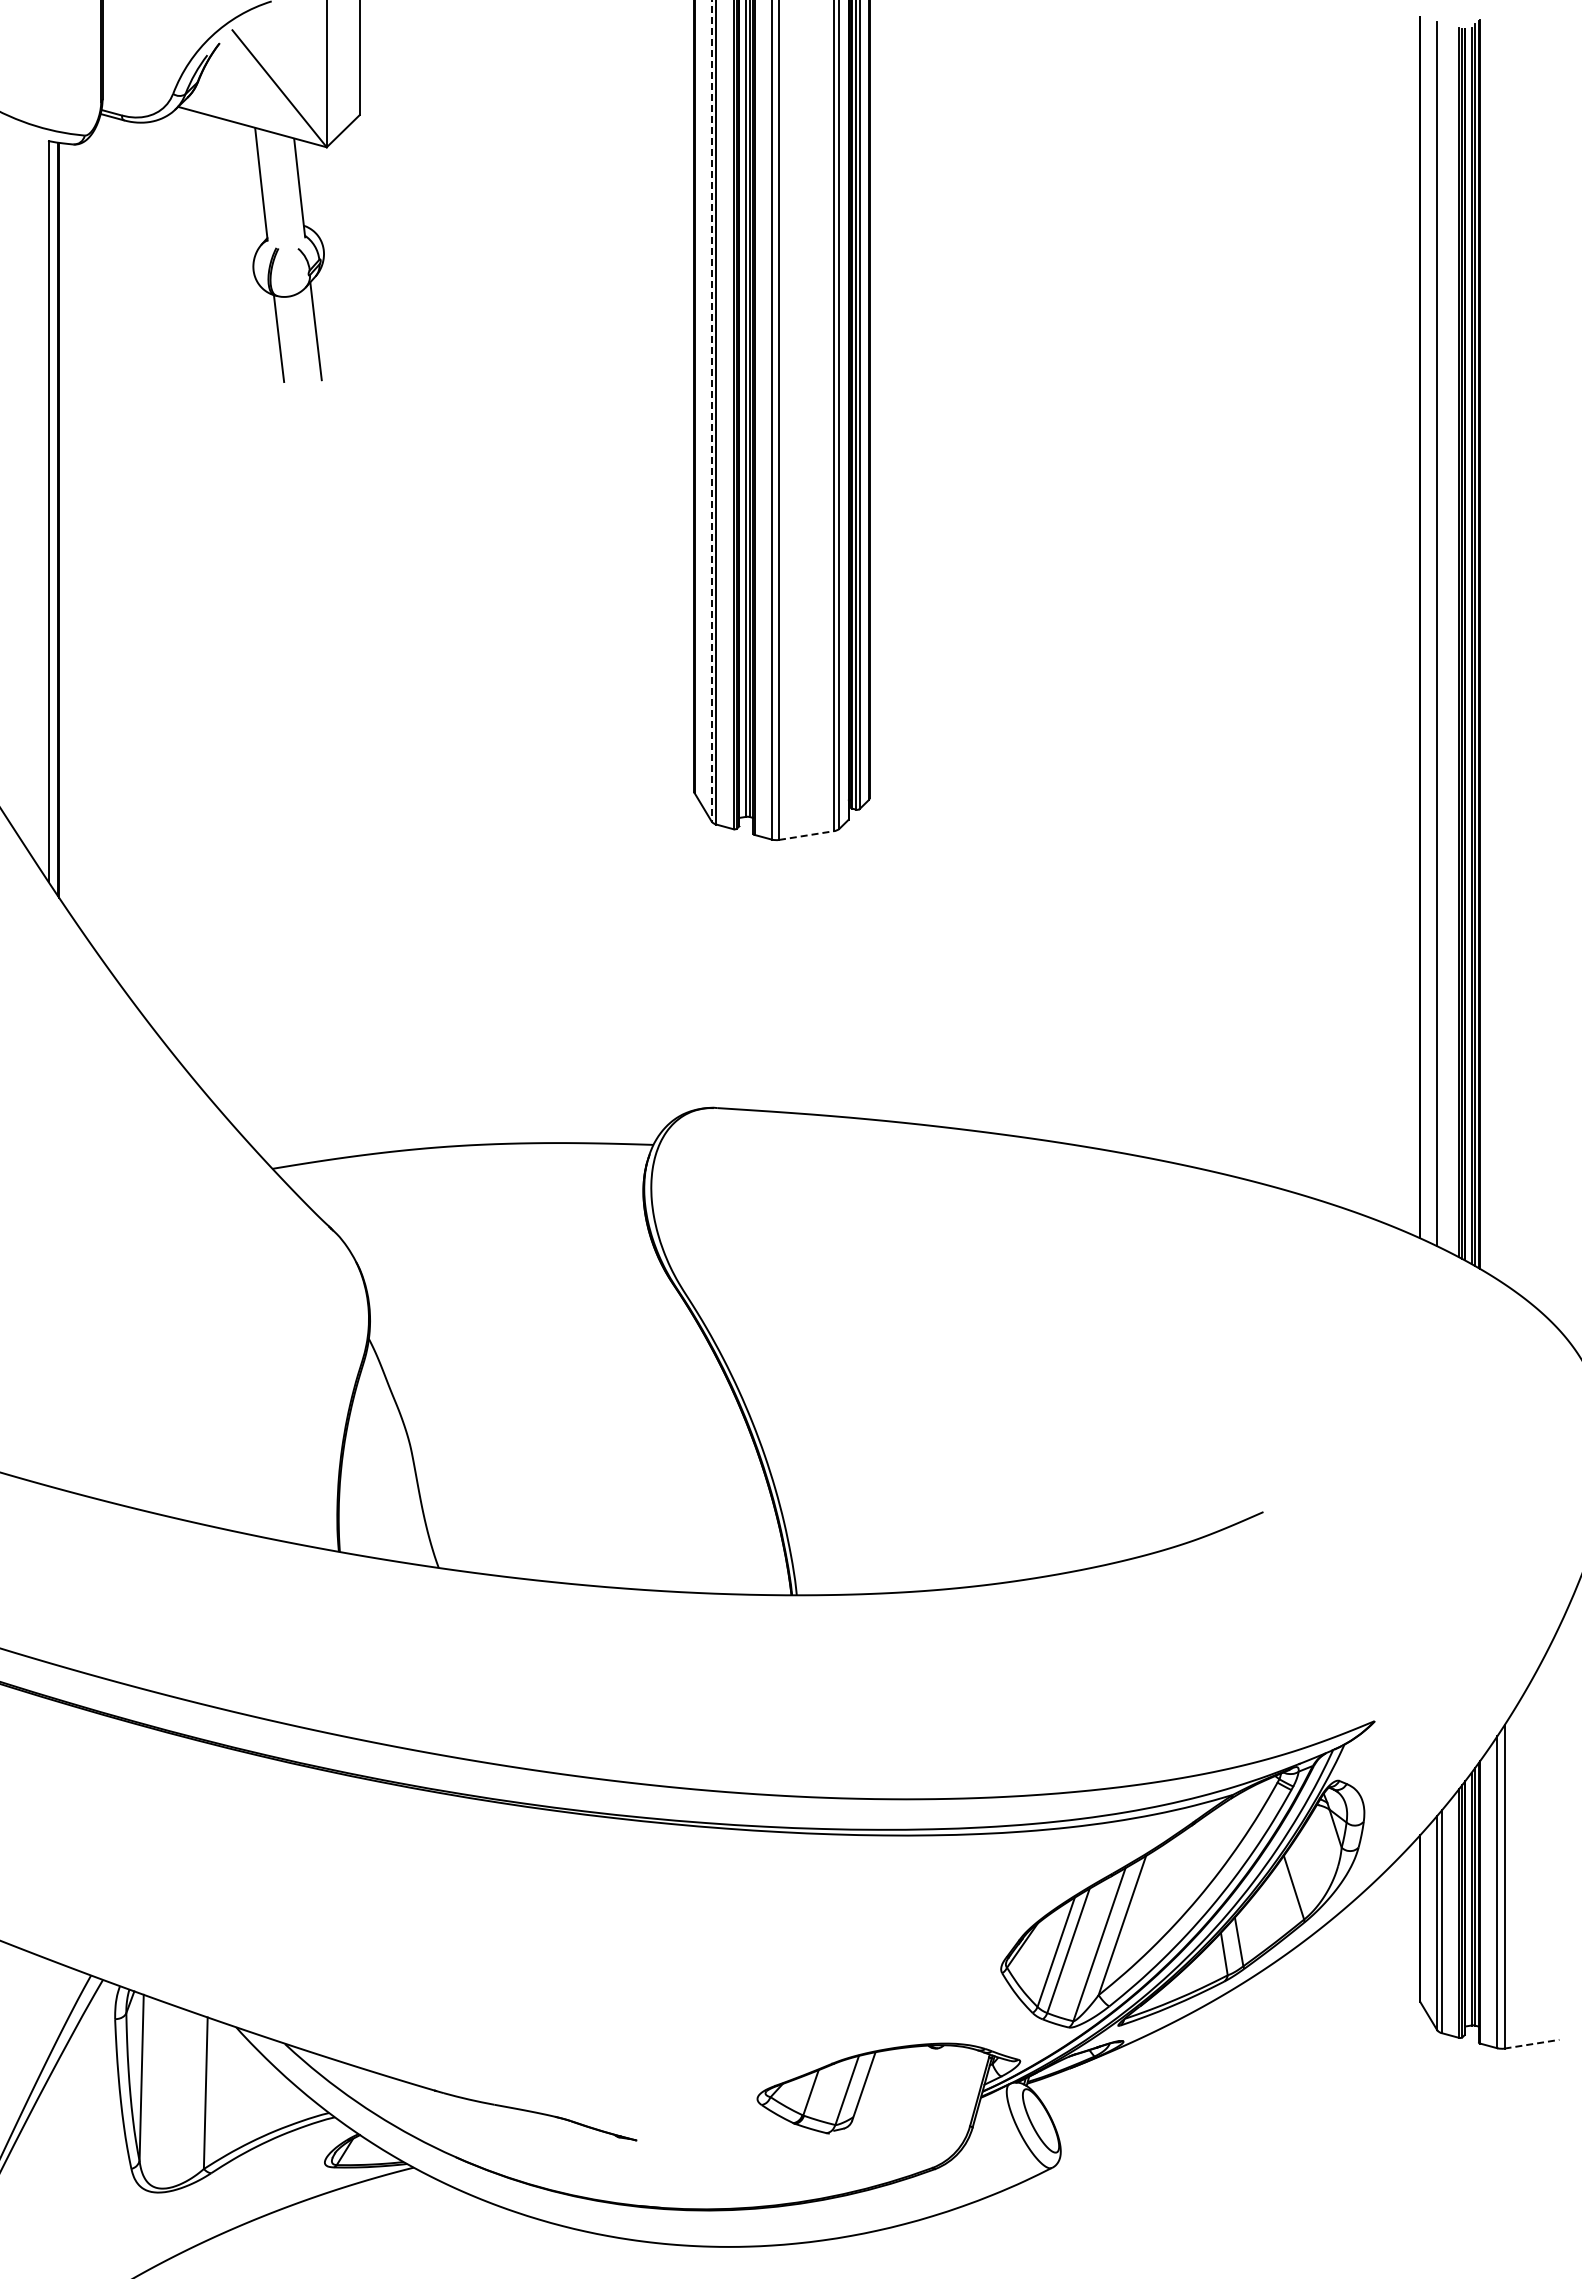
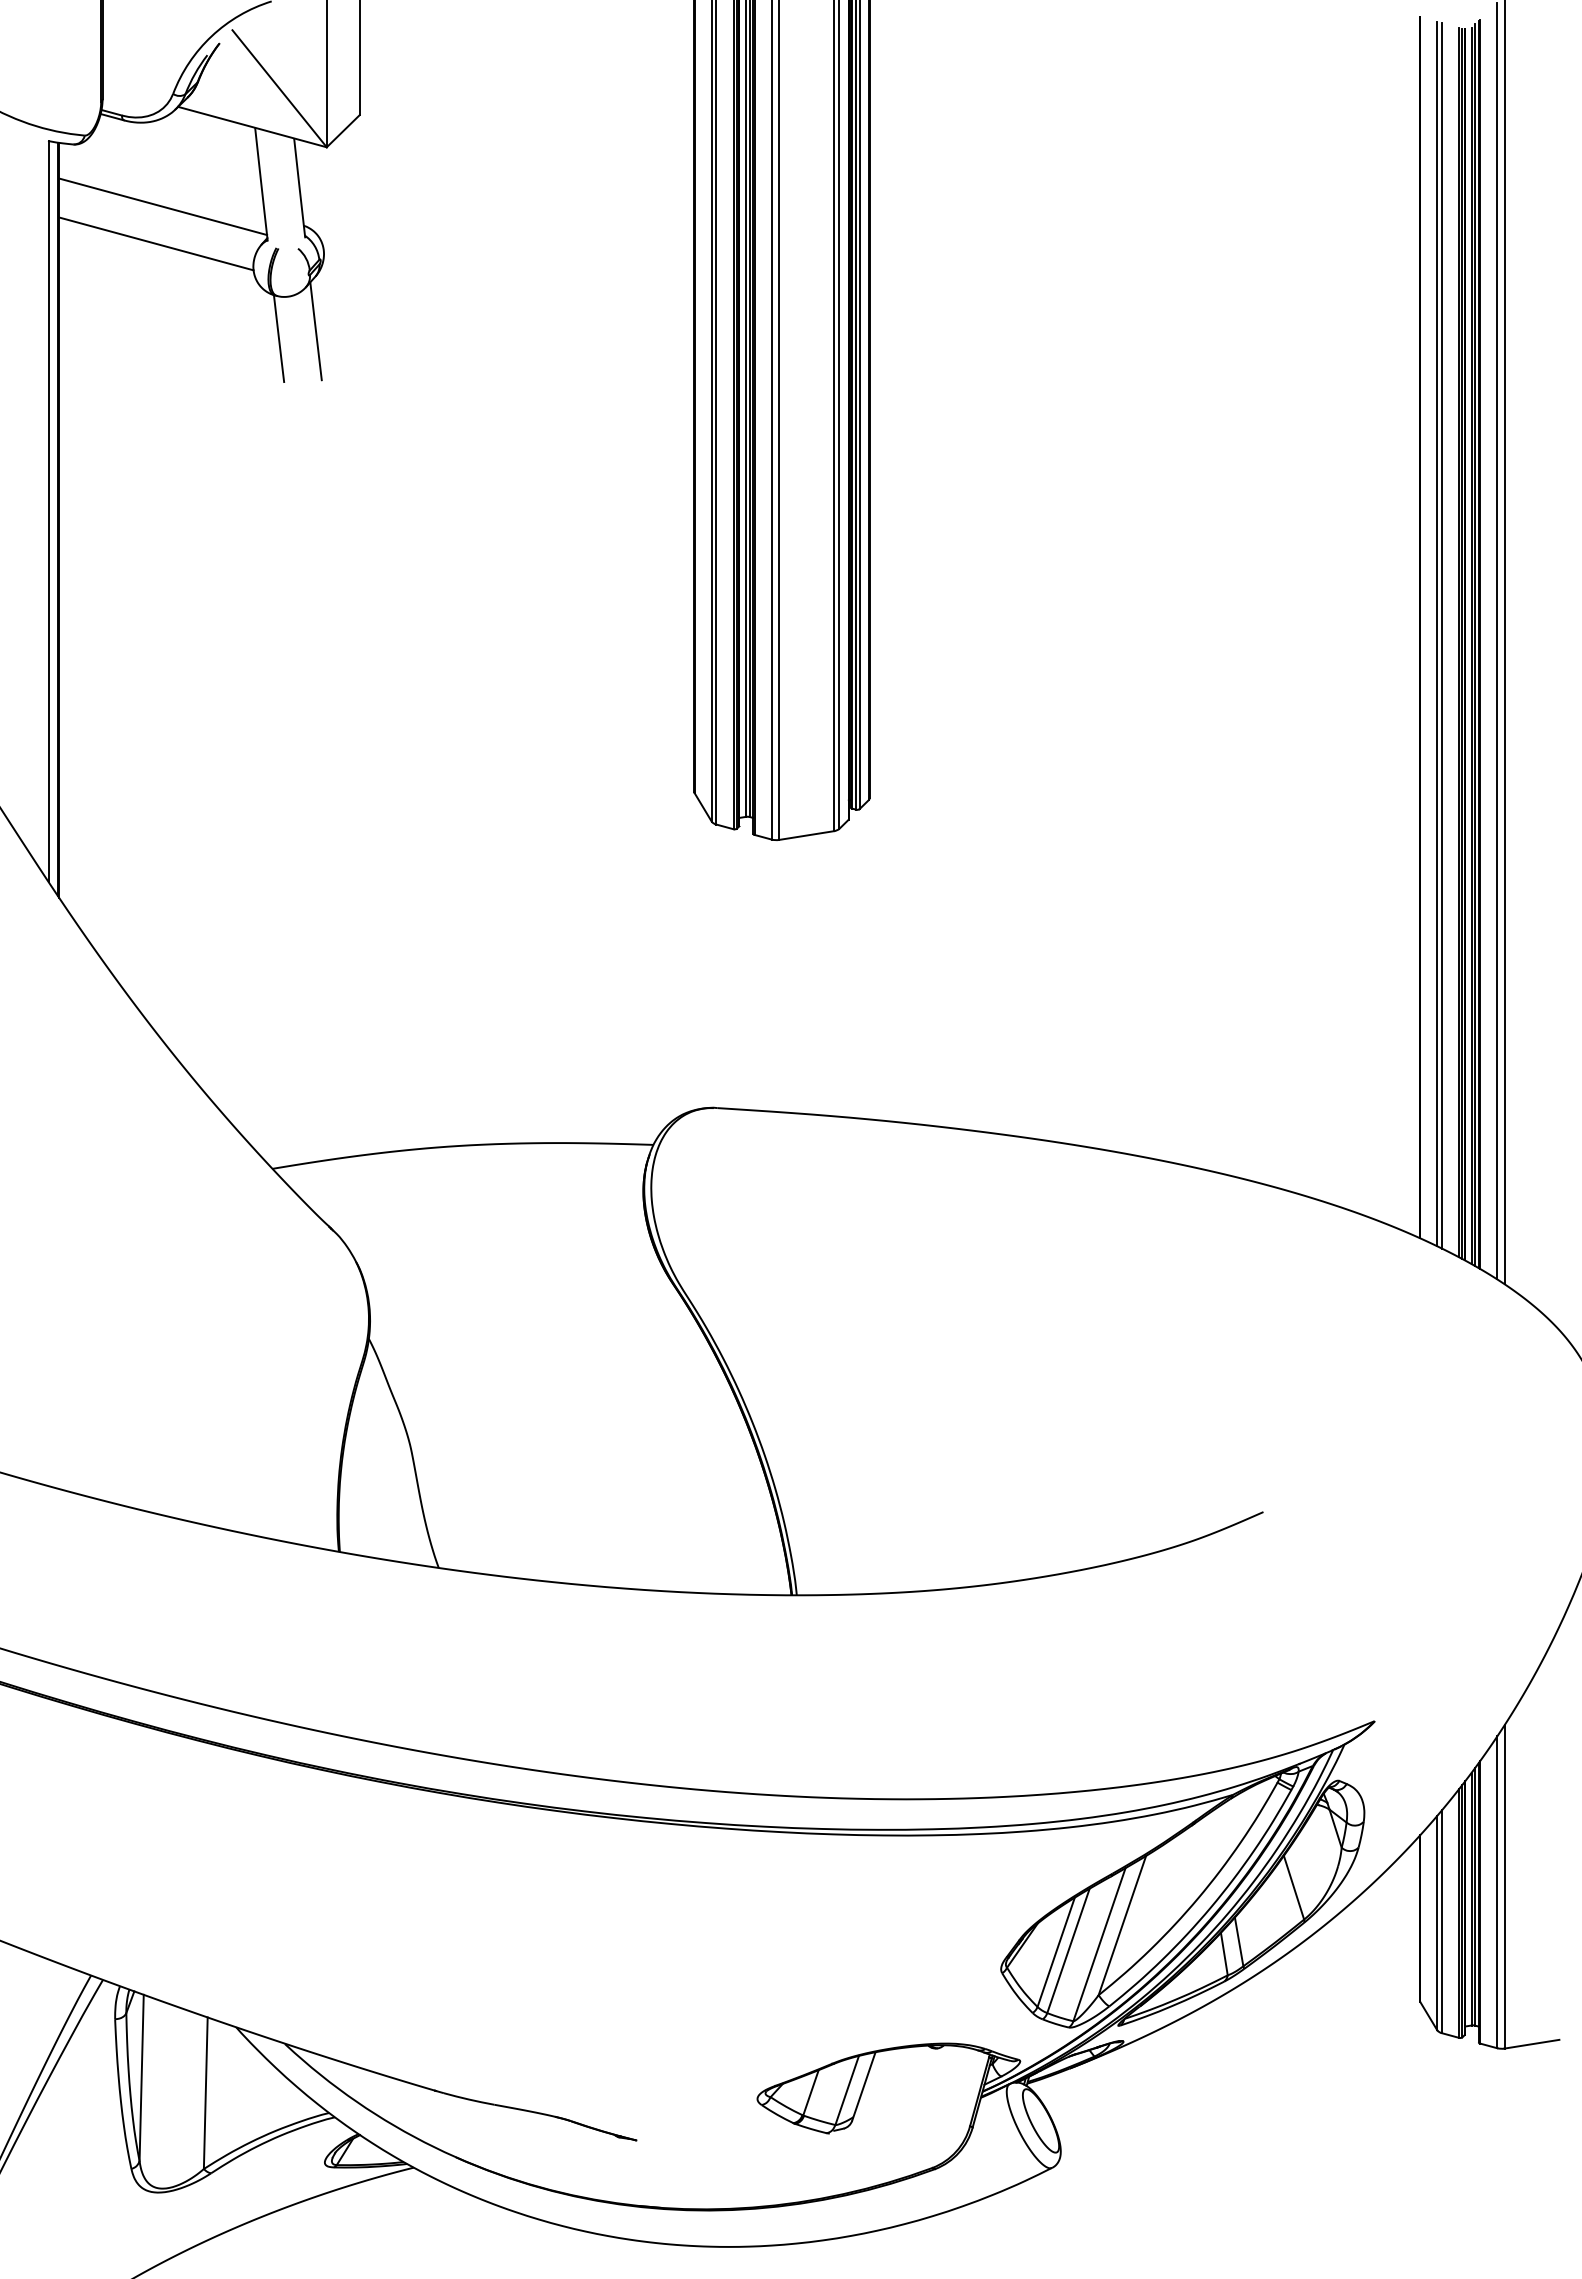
line at (163, 206): none -> present
line at (156, 243): none -> present
line at (711, 411): dashed -> solid
line at (1441, 635): none -> present
line at (1497, 640): none -> present
line at (1504, 643): none -> present
line at (806, 835): dashed -> solid
line at (1531, 2044): dashed -> solid
